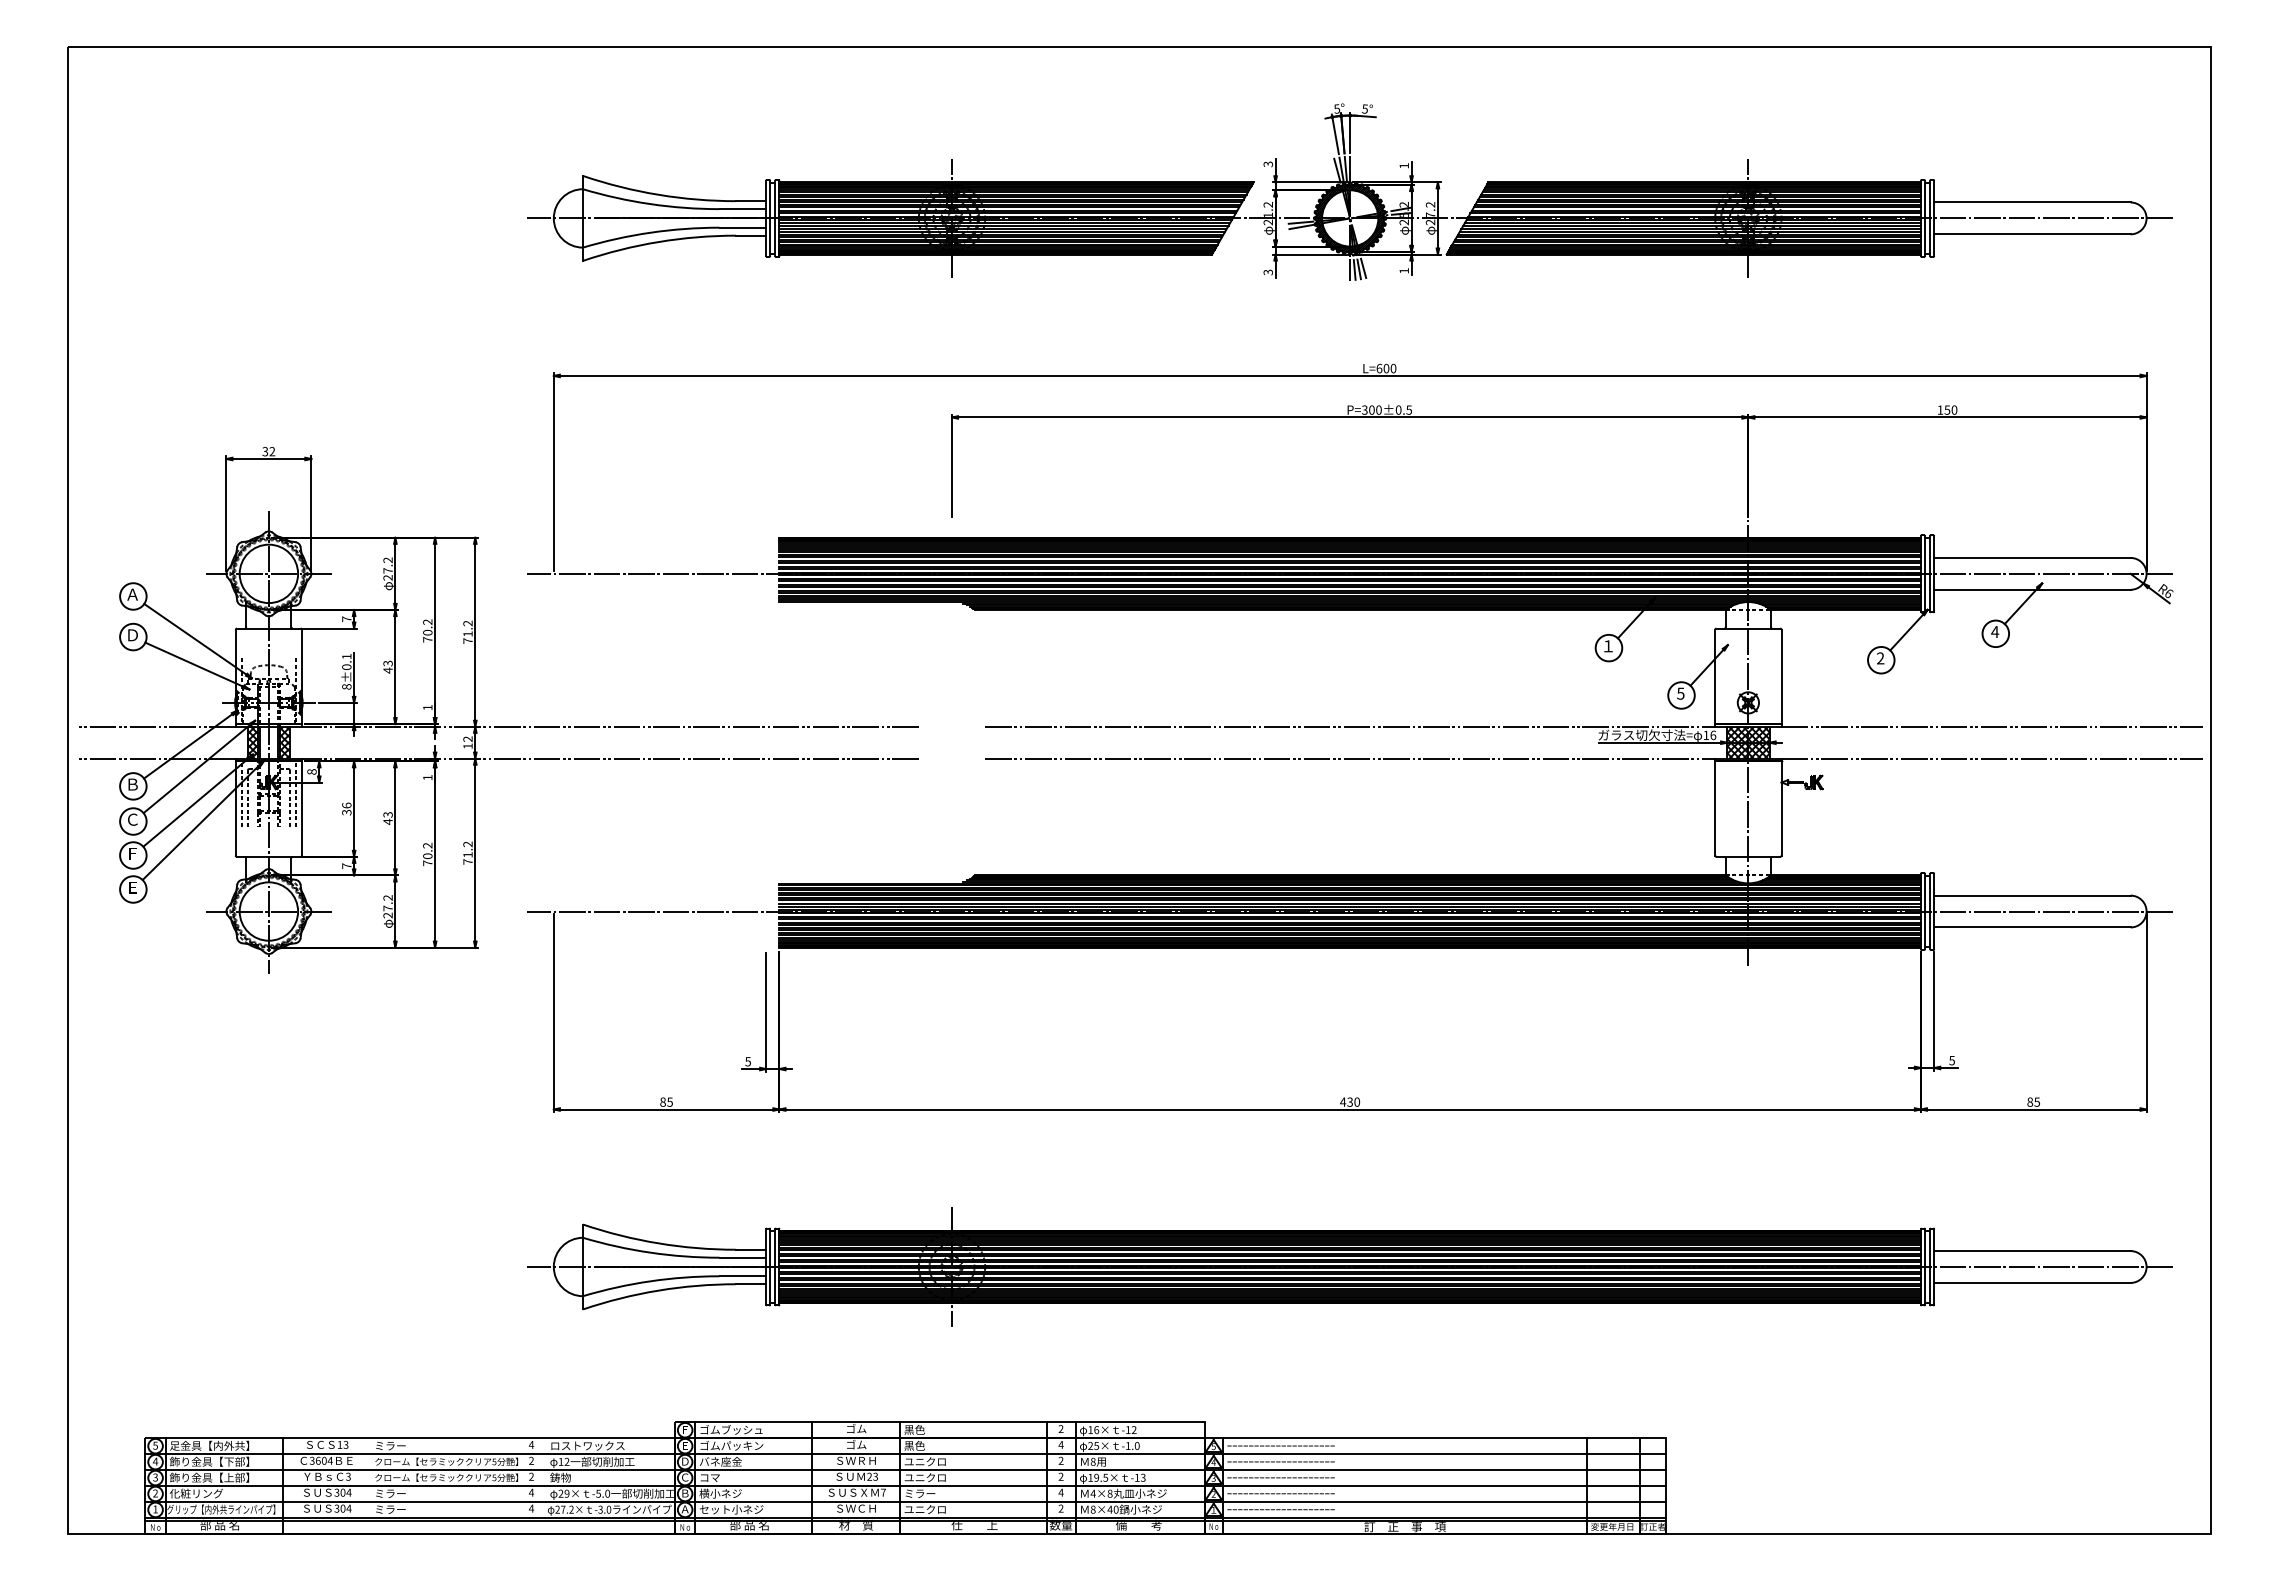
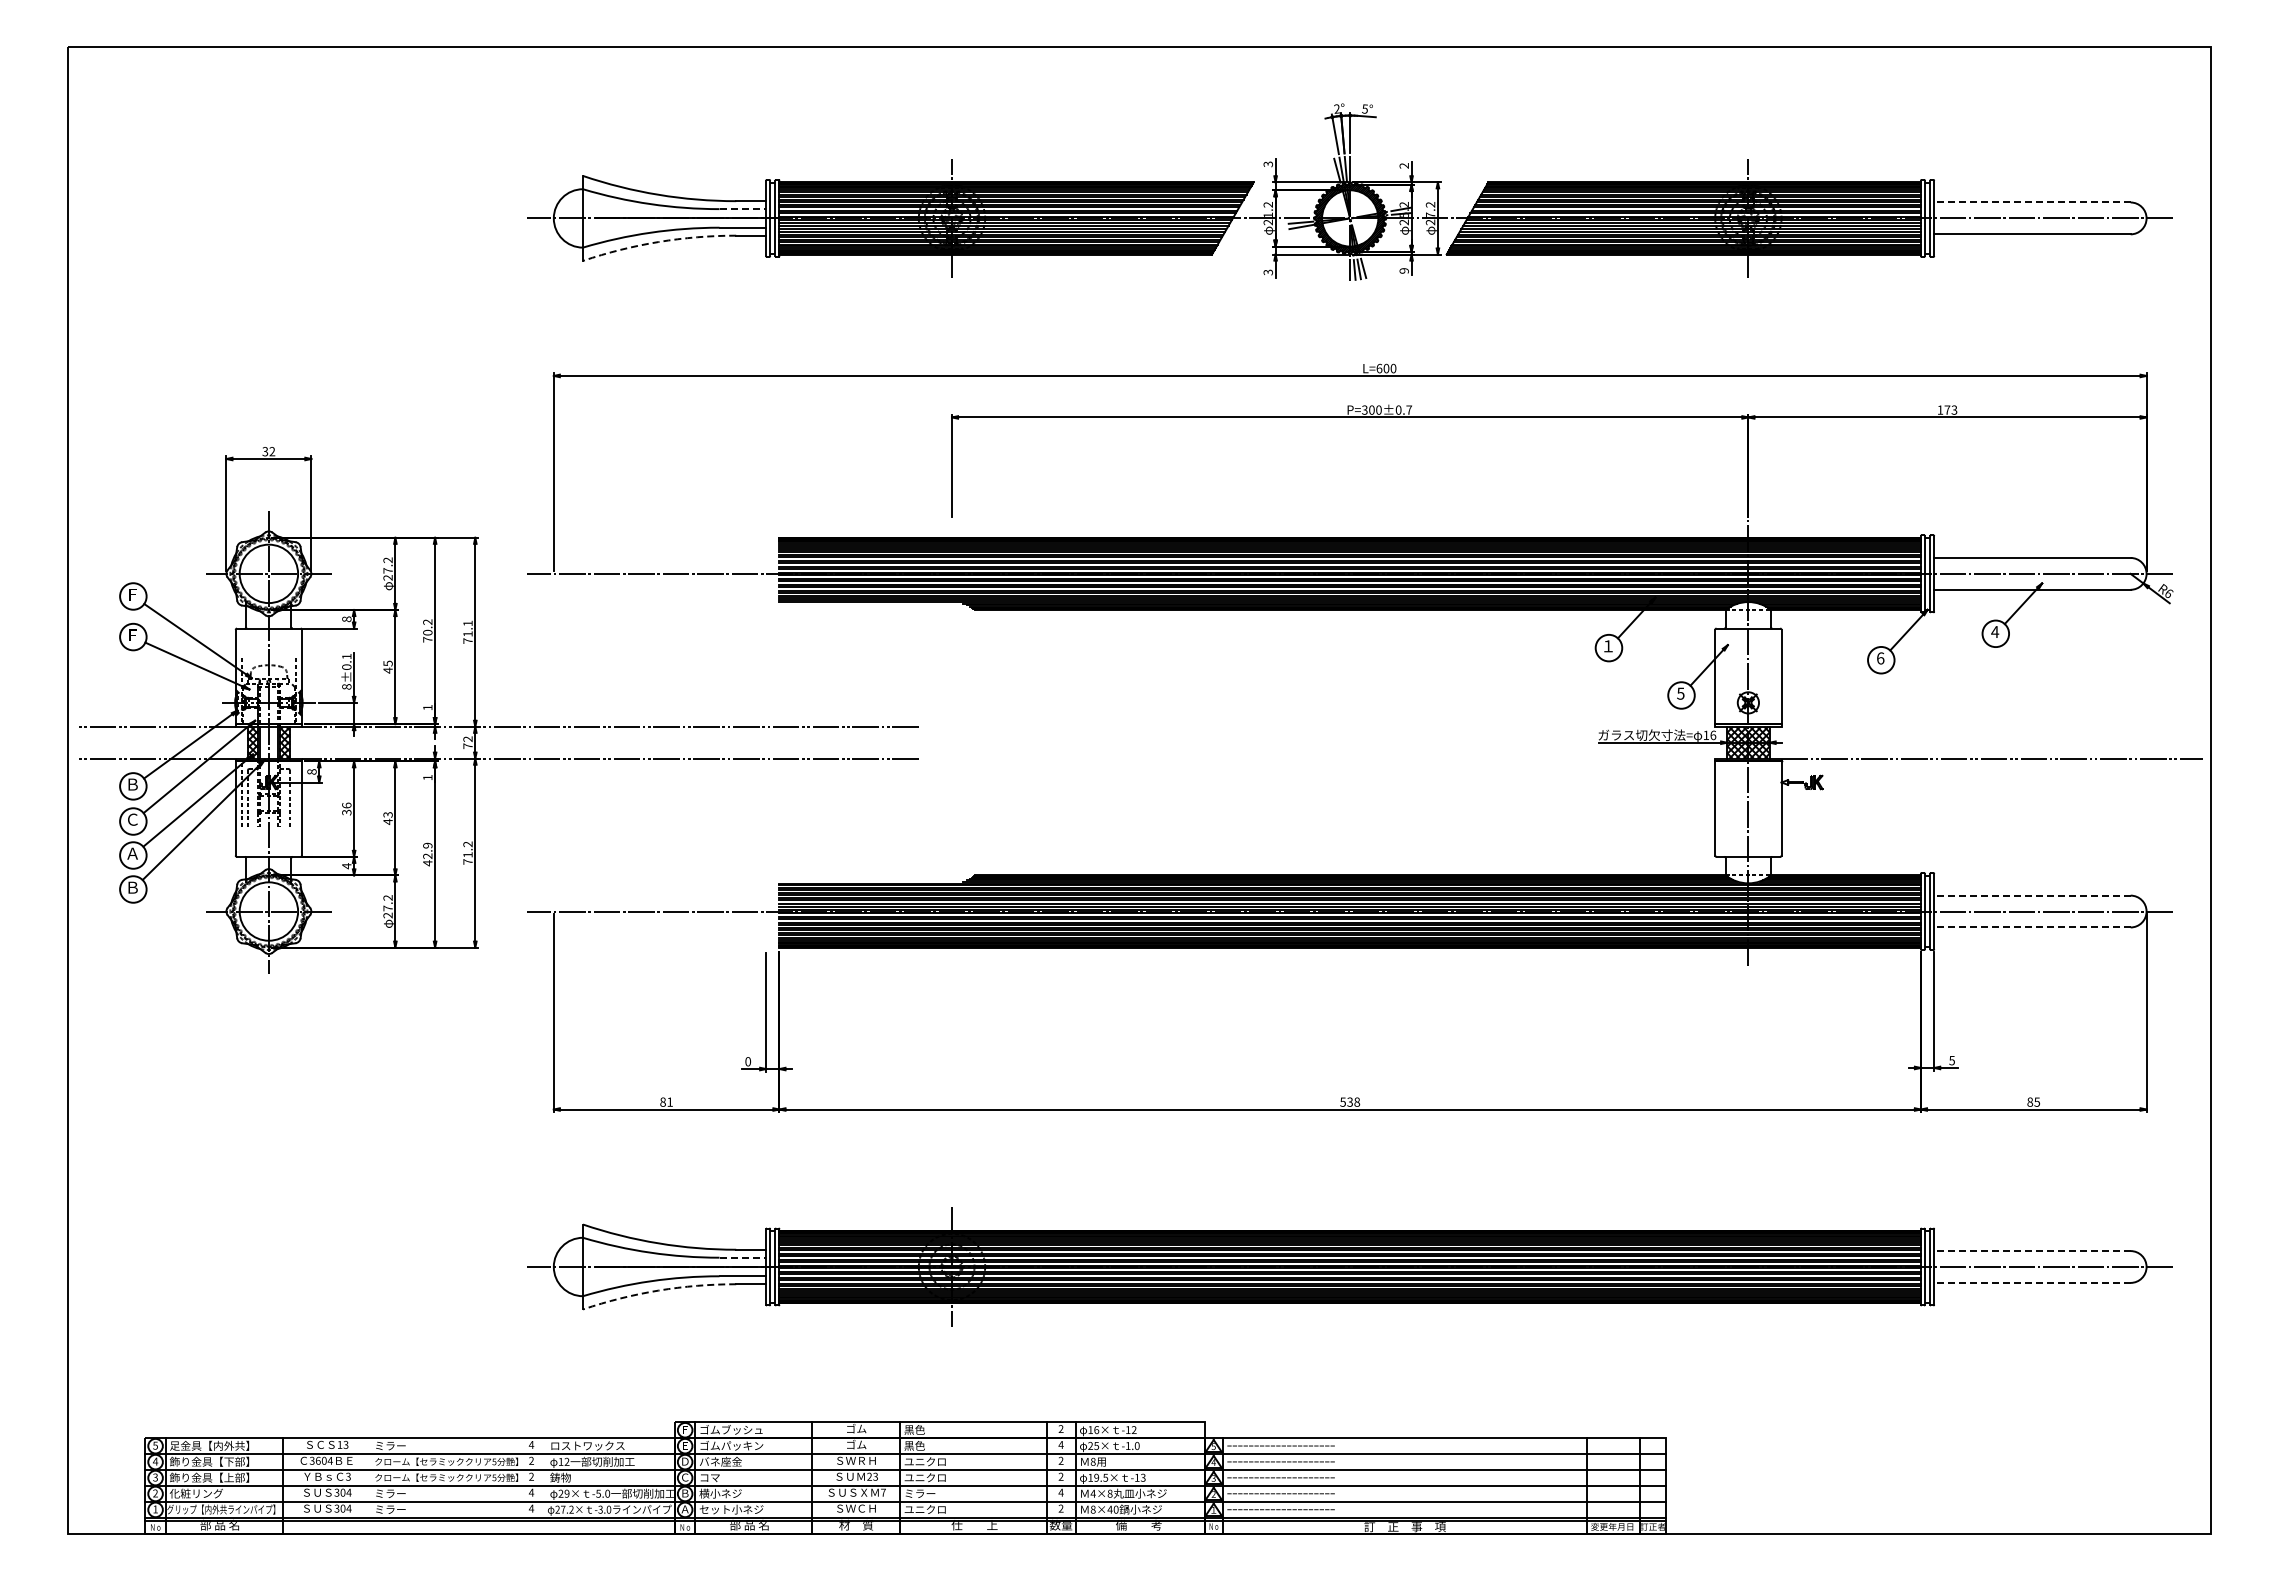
text at (1337, 108): 5° -> 2°
text at (1403, 165): 1 -> 2
line at (2031, 202): solid -> dashed
line at (743, 209): solid -> dashed
arc at (658, 242): solid -> dashed
text at (1403, 270): 1 -> 9
text at (1409, 409): P=300±0.5 -> P=300±0.7
text at (1950, 409): 150 -> 173
text at (132, 594): Ａ -> Ｆ
text at (346, 619): 7 -> 8
text at (467, 623): 71.2 -> 71.1
text at (132, 635): Ｄ -> Ｆ
text at (1880, 658): 2 -> 6
text at (387, 663): 43 -> 45
line at (1350, 726): present -> none
line at (1991, 726): present -> none
text at (467, 745): 12 -> 72
line at (1350, 758): present -> none
line at (296, 793): present -> none
text at (132, 853): Ｆ -> Ａ
text at (427, 854): 70.2 -> 42.9
text at (346, 866): 7 -> 4
text at (132, 887): Ｅ -> Ｂ
line at (2031, 895): solid -> dashed
line at (2031, 927): solid -> dashed
text at (748, 1061): 5 -> 0
text at (669, 1101): 85 -> 81
text at (1350, 1101): 430 -> 538
line at (2031, 1251): solid -> dashed
line at (743, 1257): solid -> dashed
line at (2031, 1282): solid -> dashed
arc at (658, 1290): solid -> dashed
